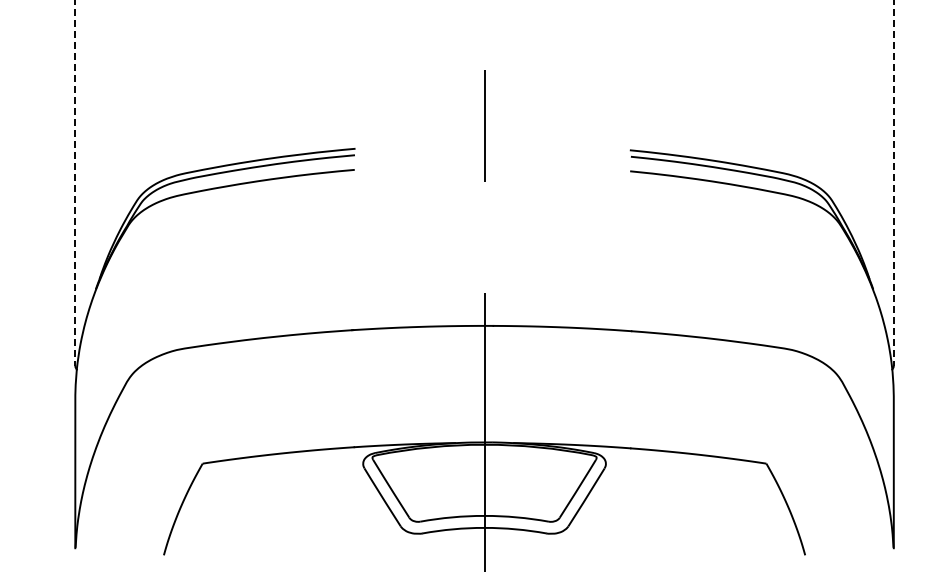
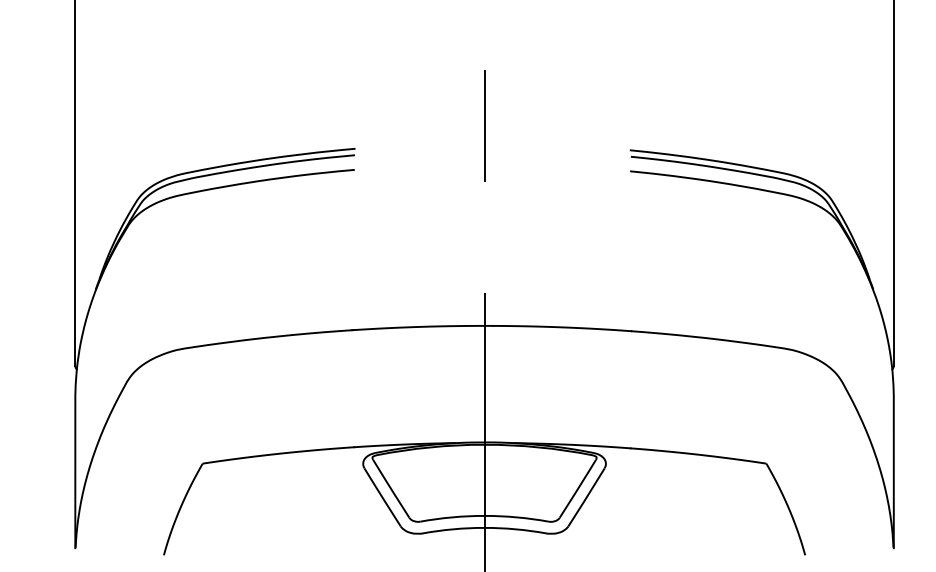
line at (75, 182): dashed -> solid
line at (893, 182): dashed -> solid
